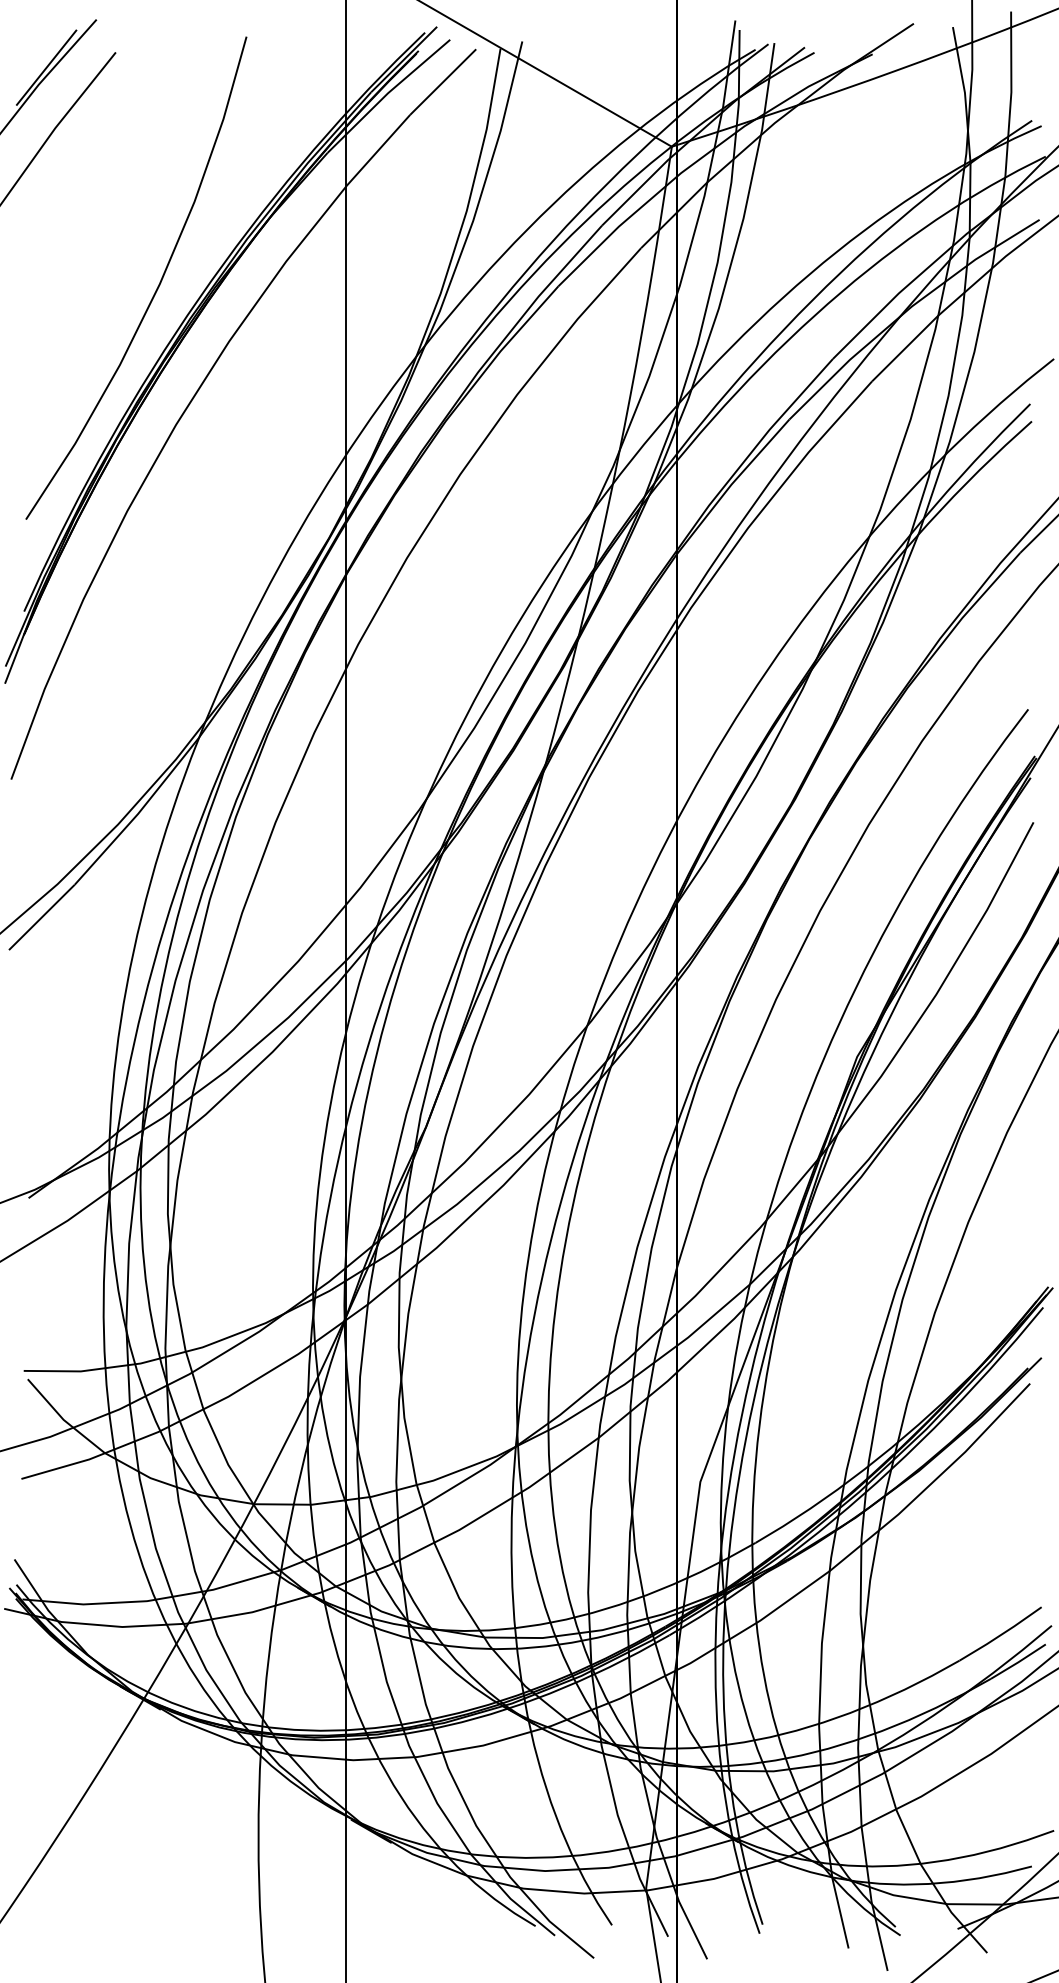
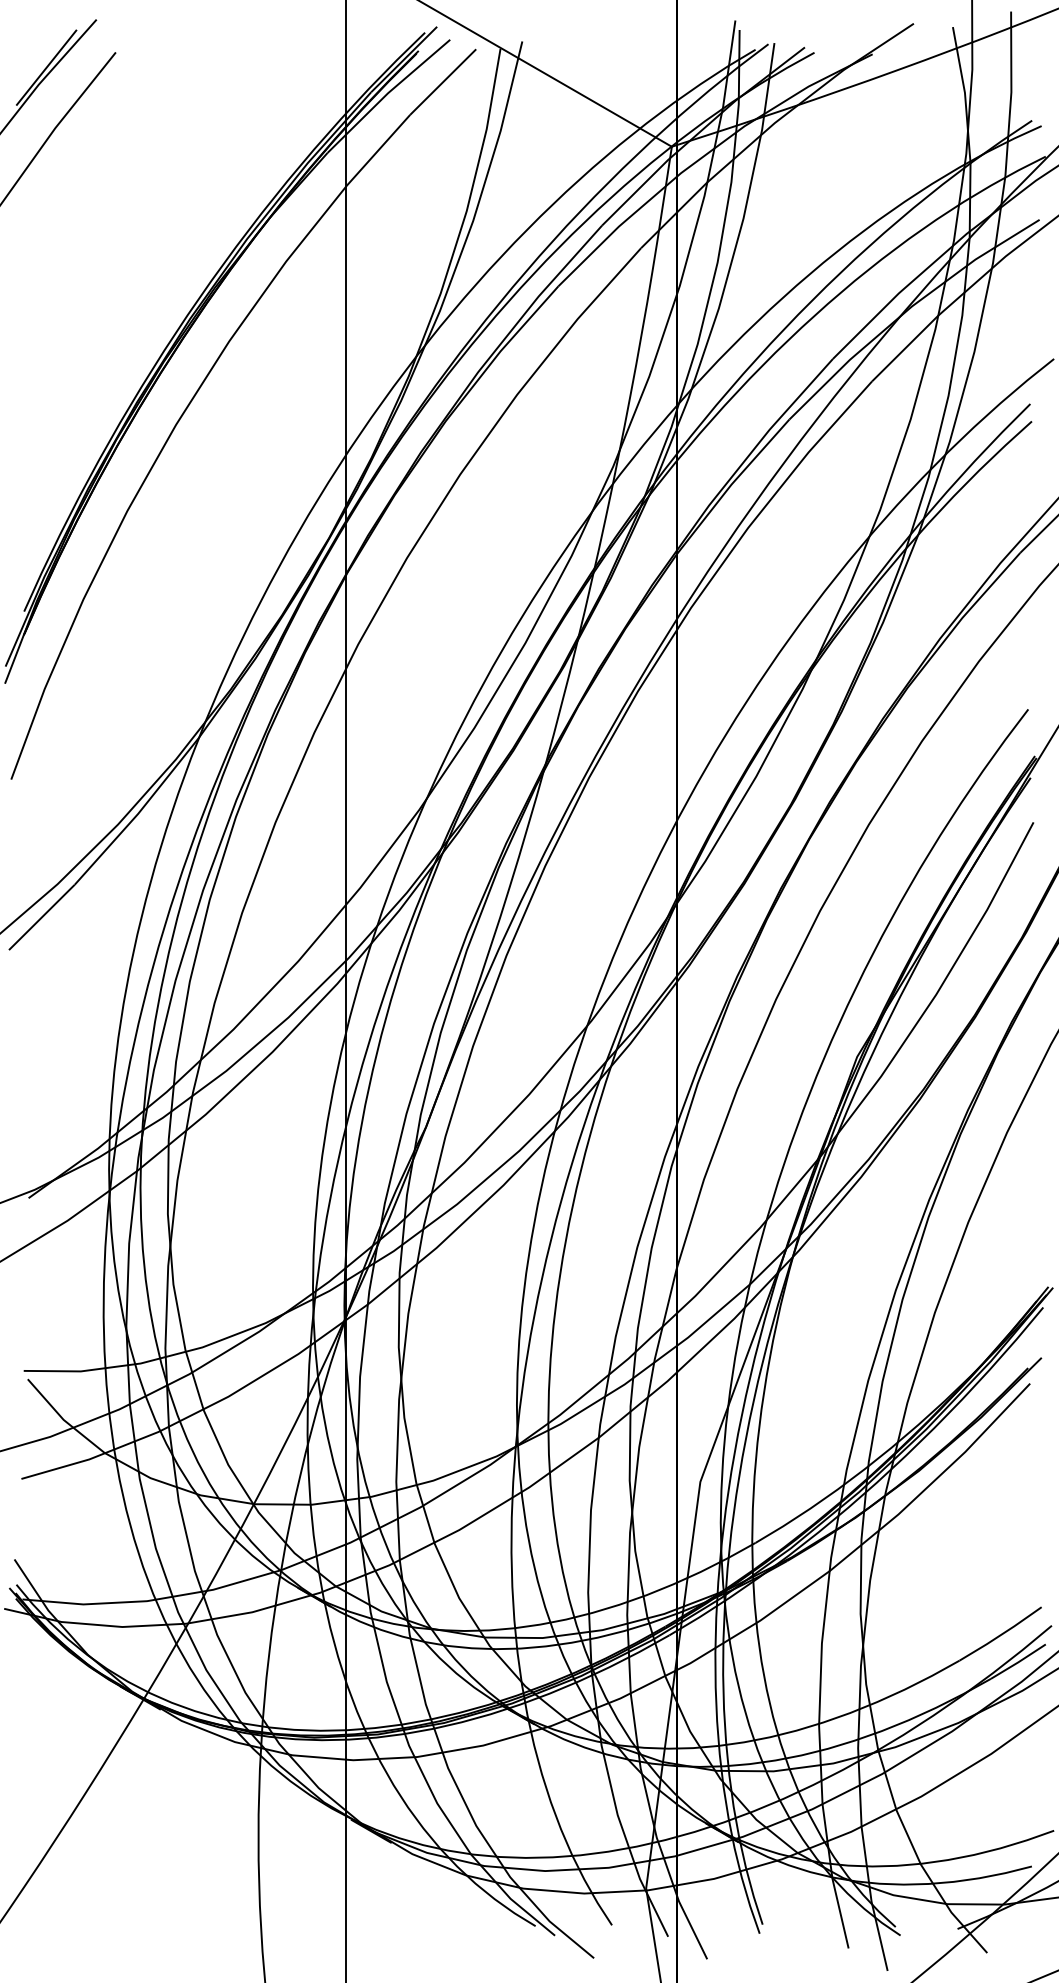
curve at (156, 288): present -> none
